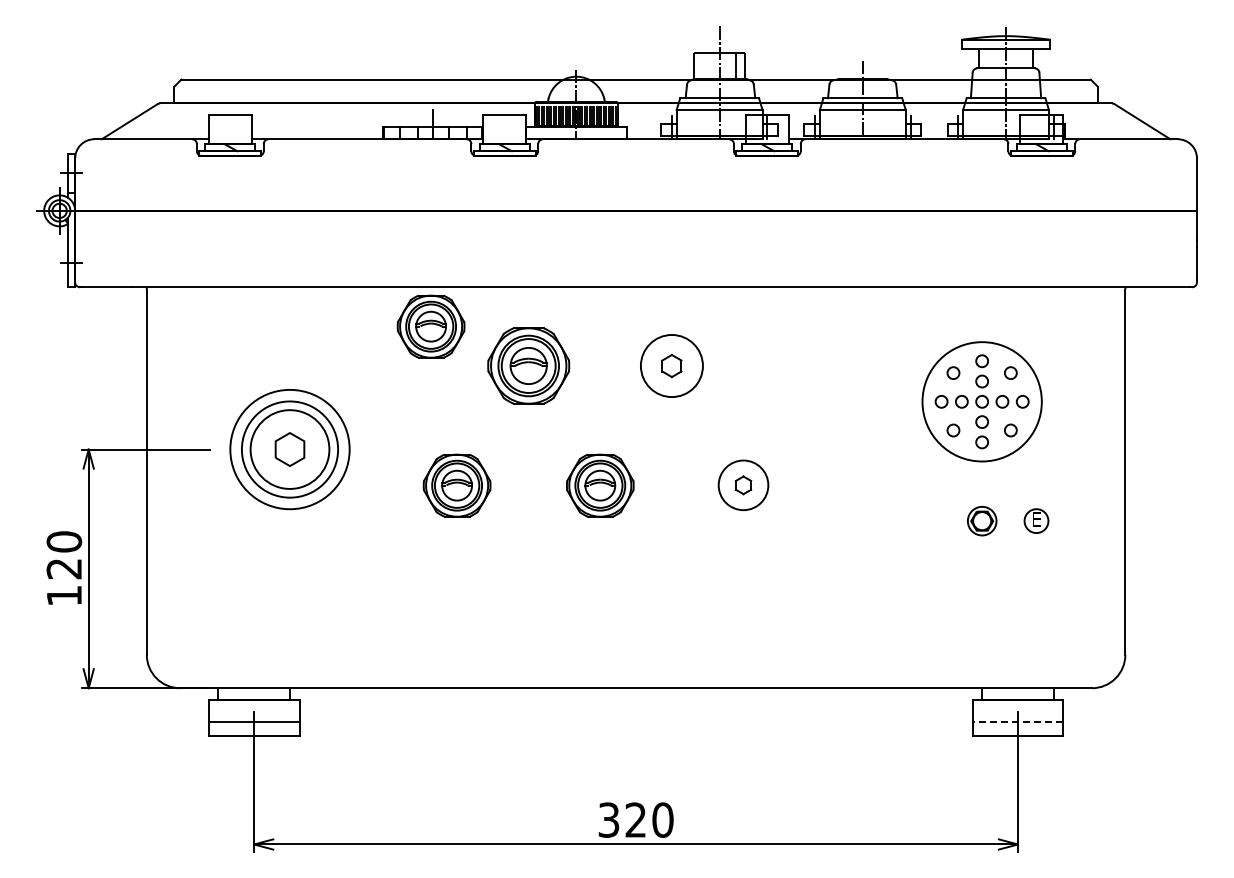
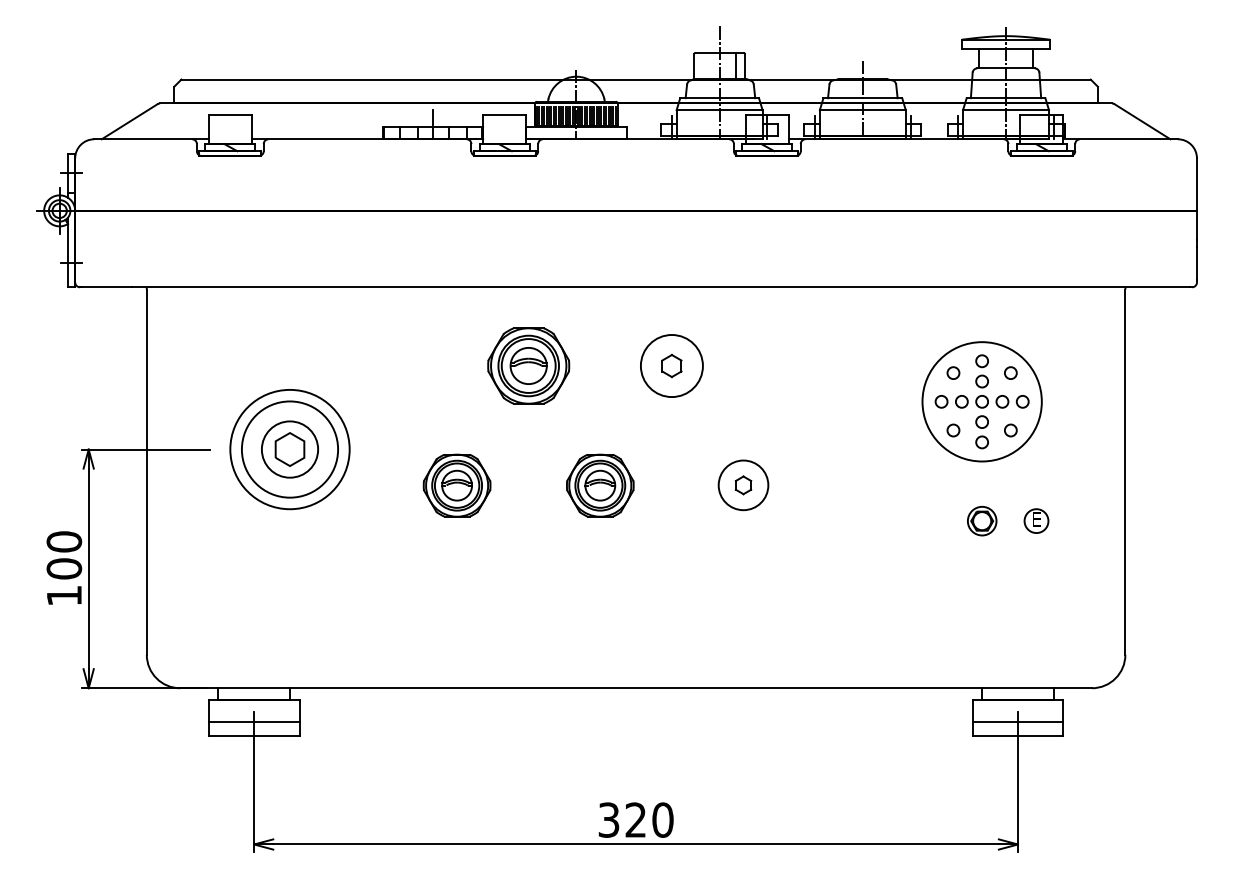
part at (430, 326): present -> none
circle at (289, 449) diameter: 79 px -> 56 px
text at (64, 568): 120 -> 100
line at (1017, 721): dashed -> solid
